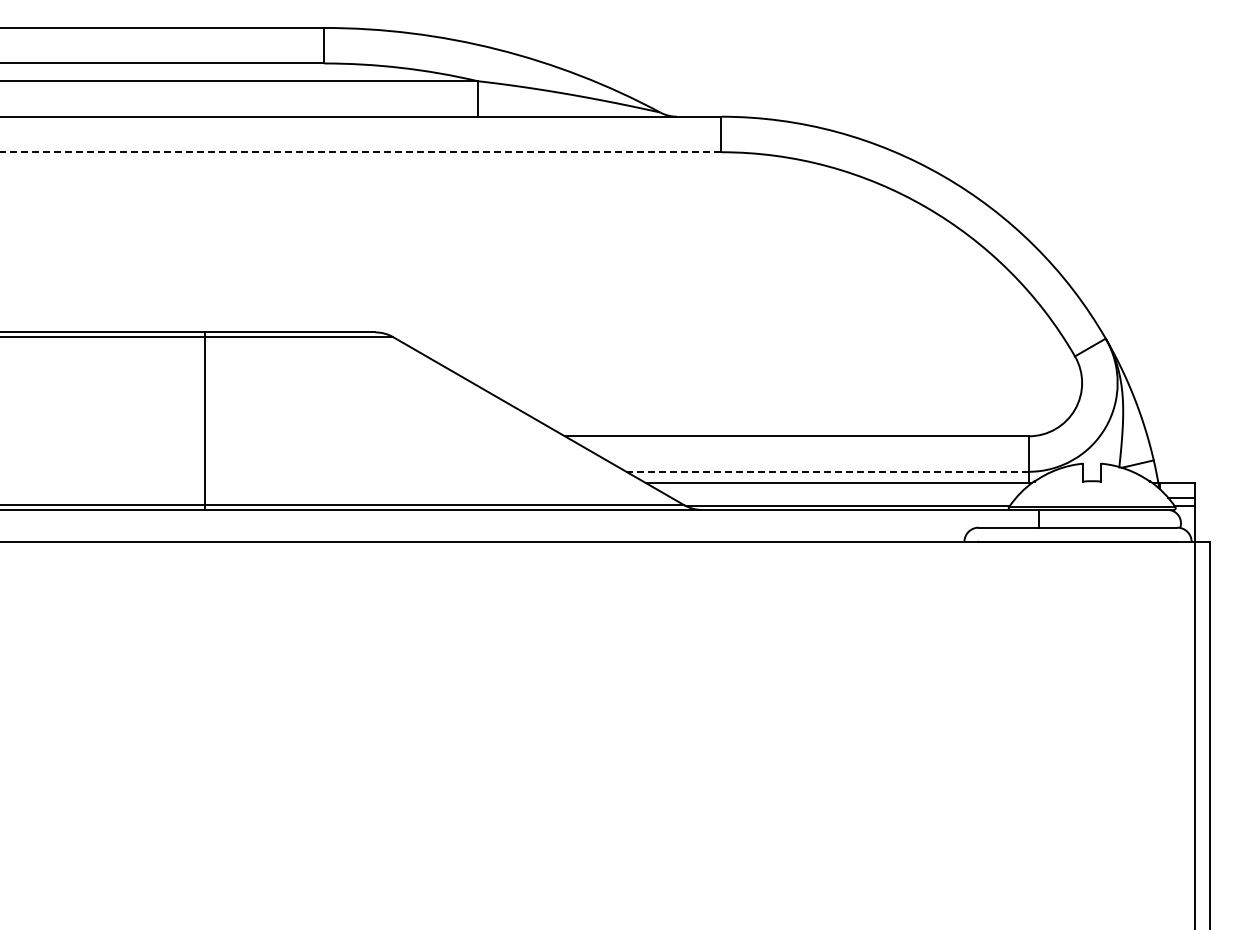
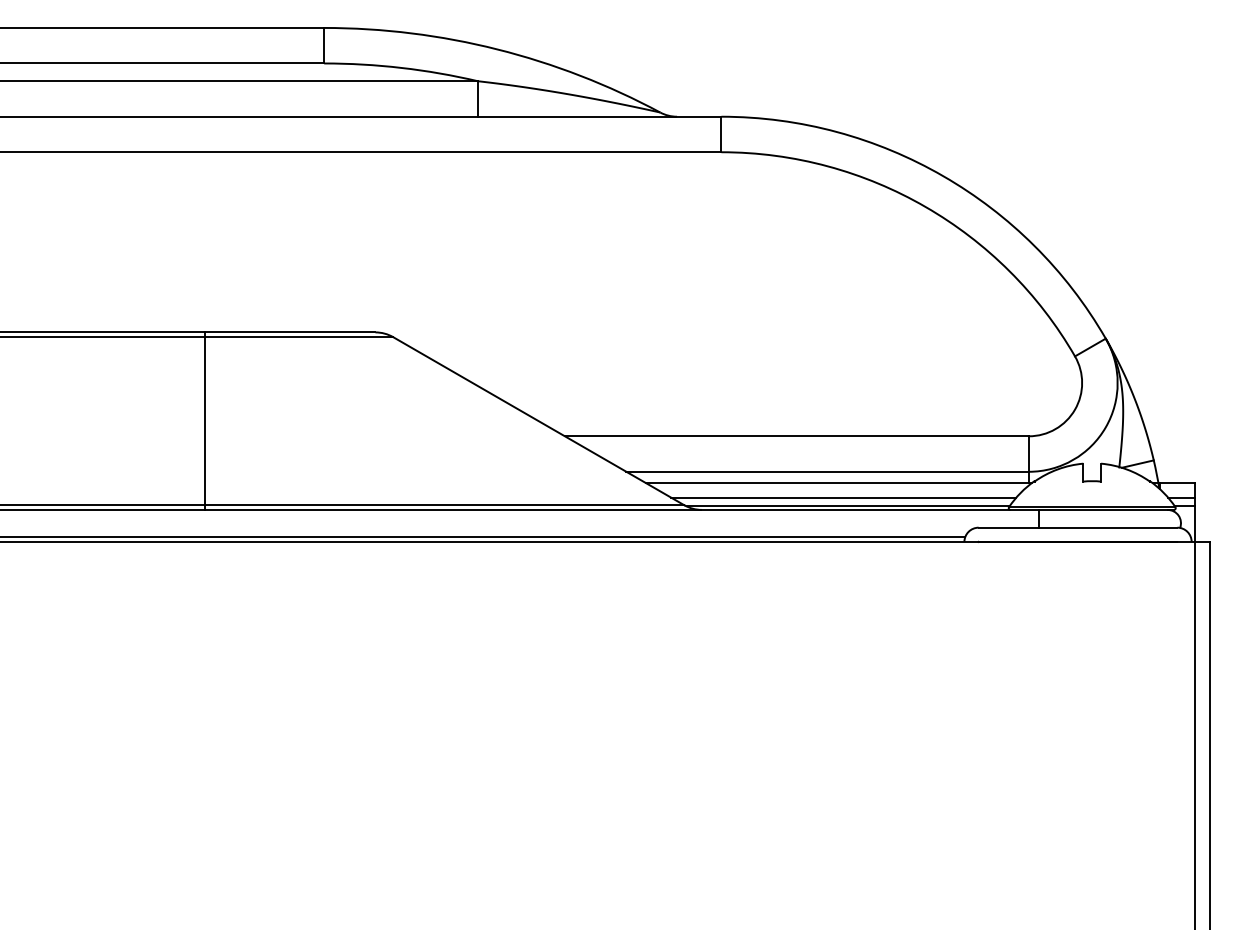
line at (360, 152): dashed -> solid
line at (827, 471): dashed -> solid
line at (843, 497): none -> present
line at (483, 536): none -> present
